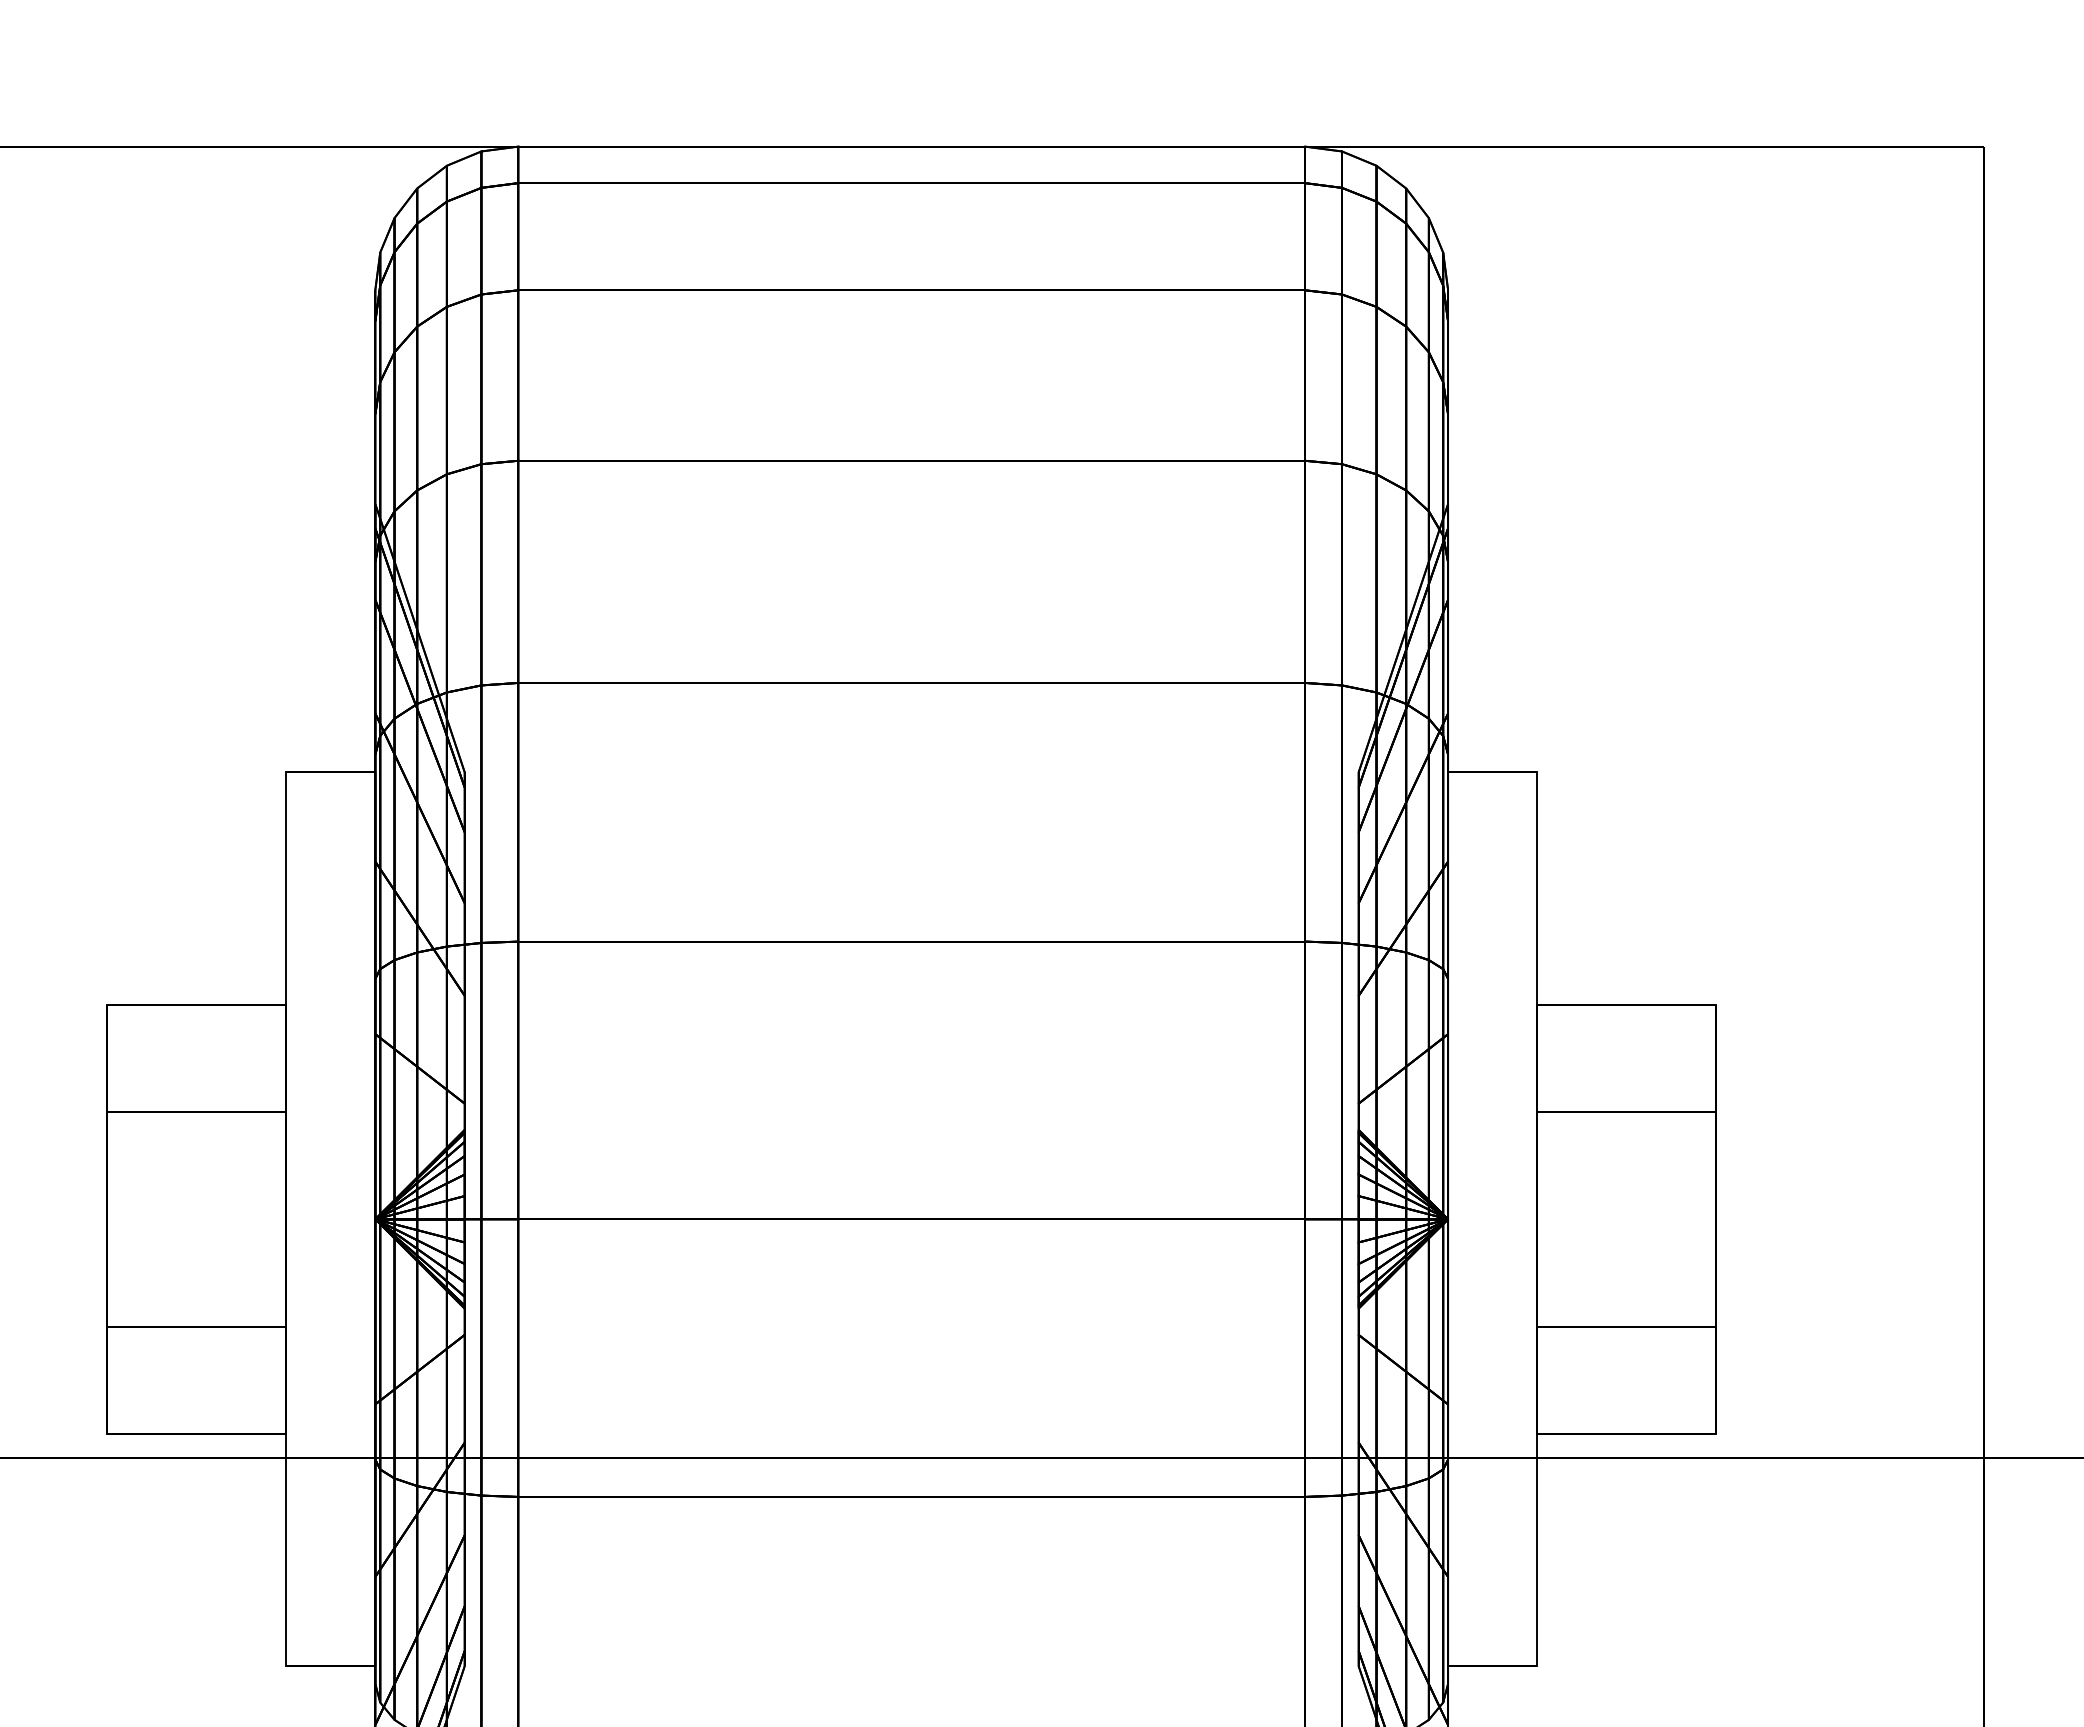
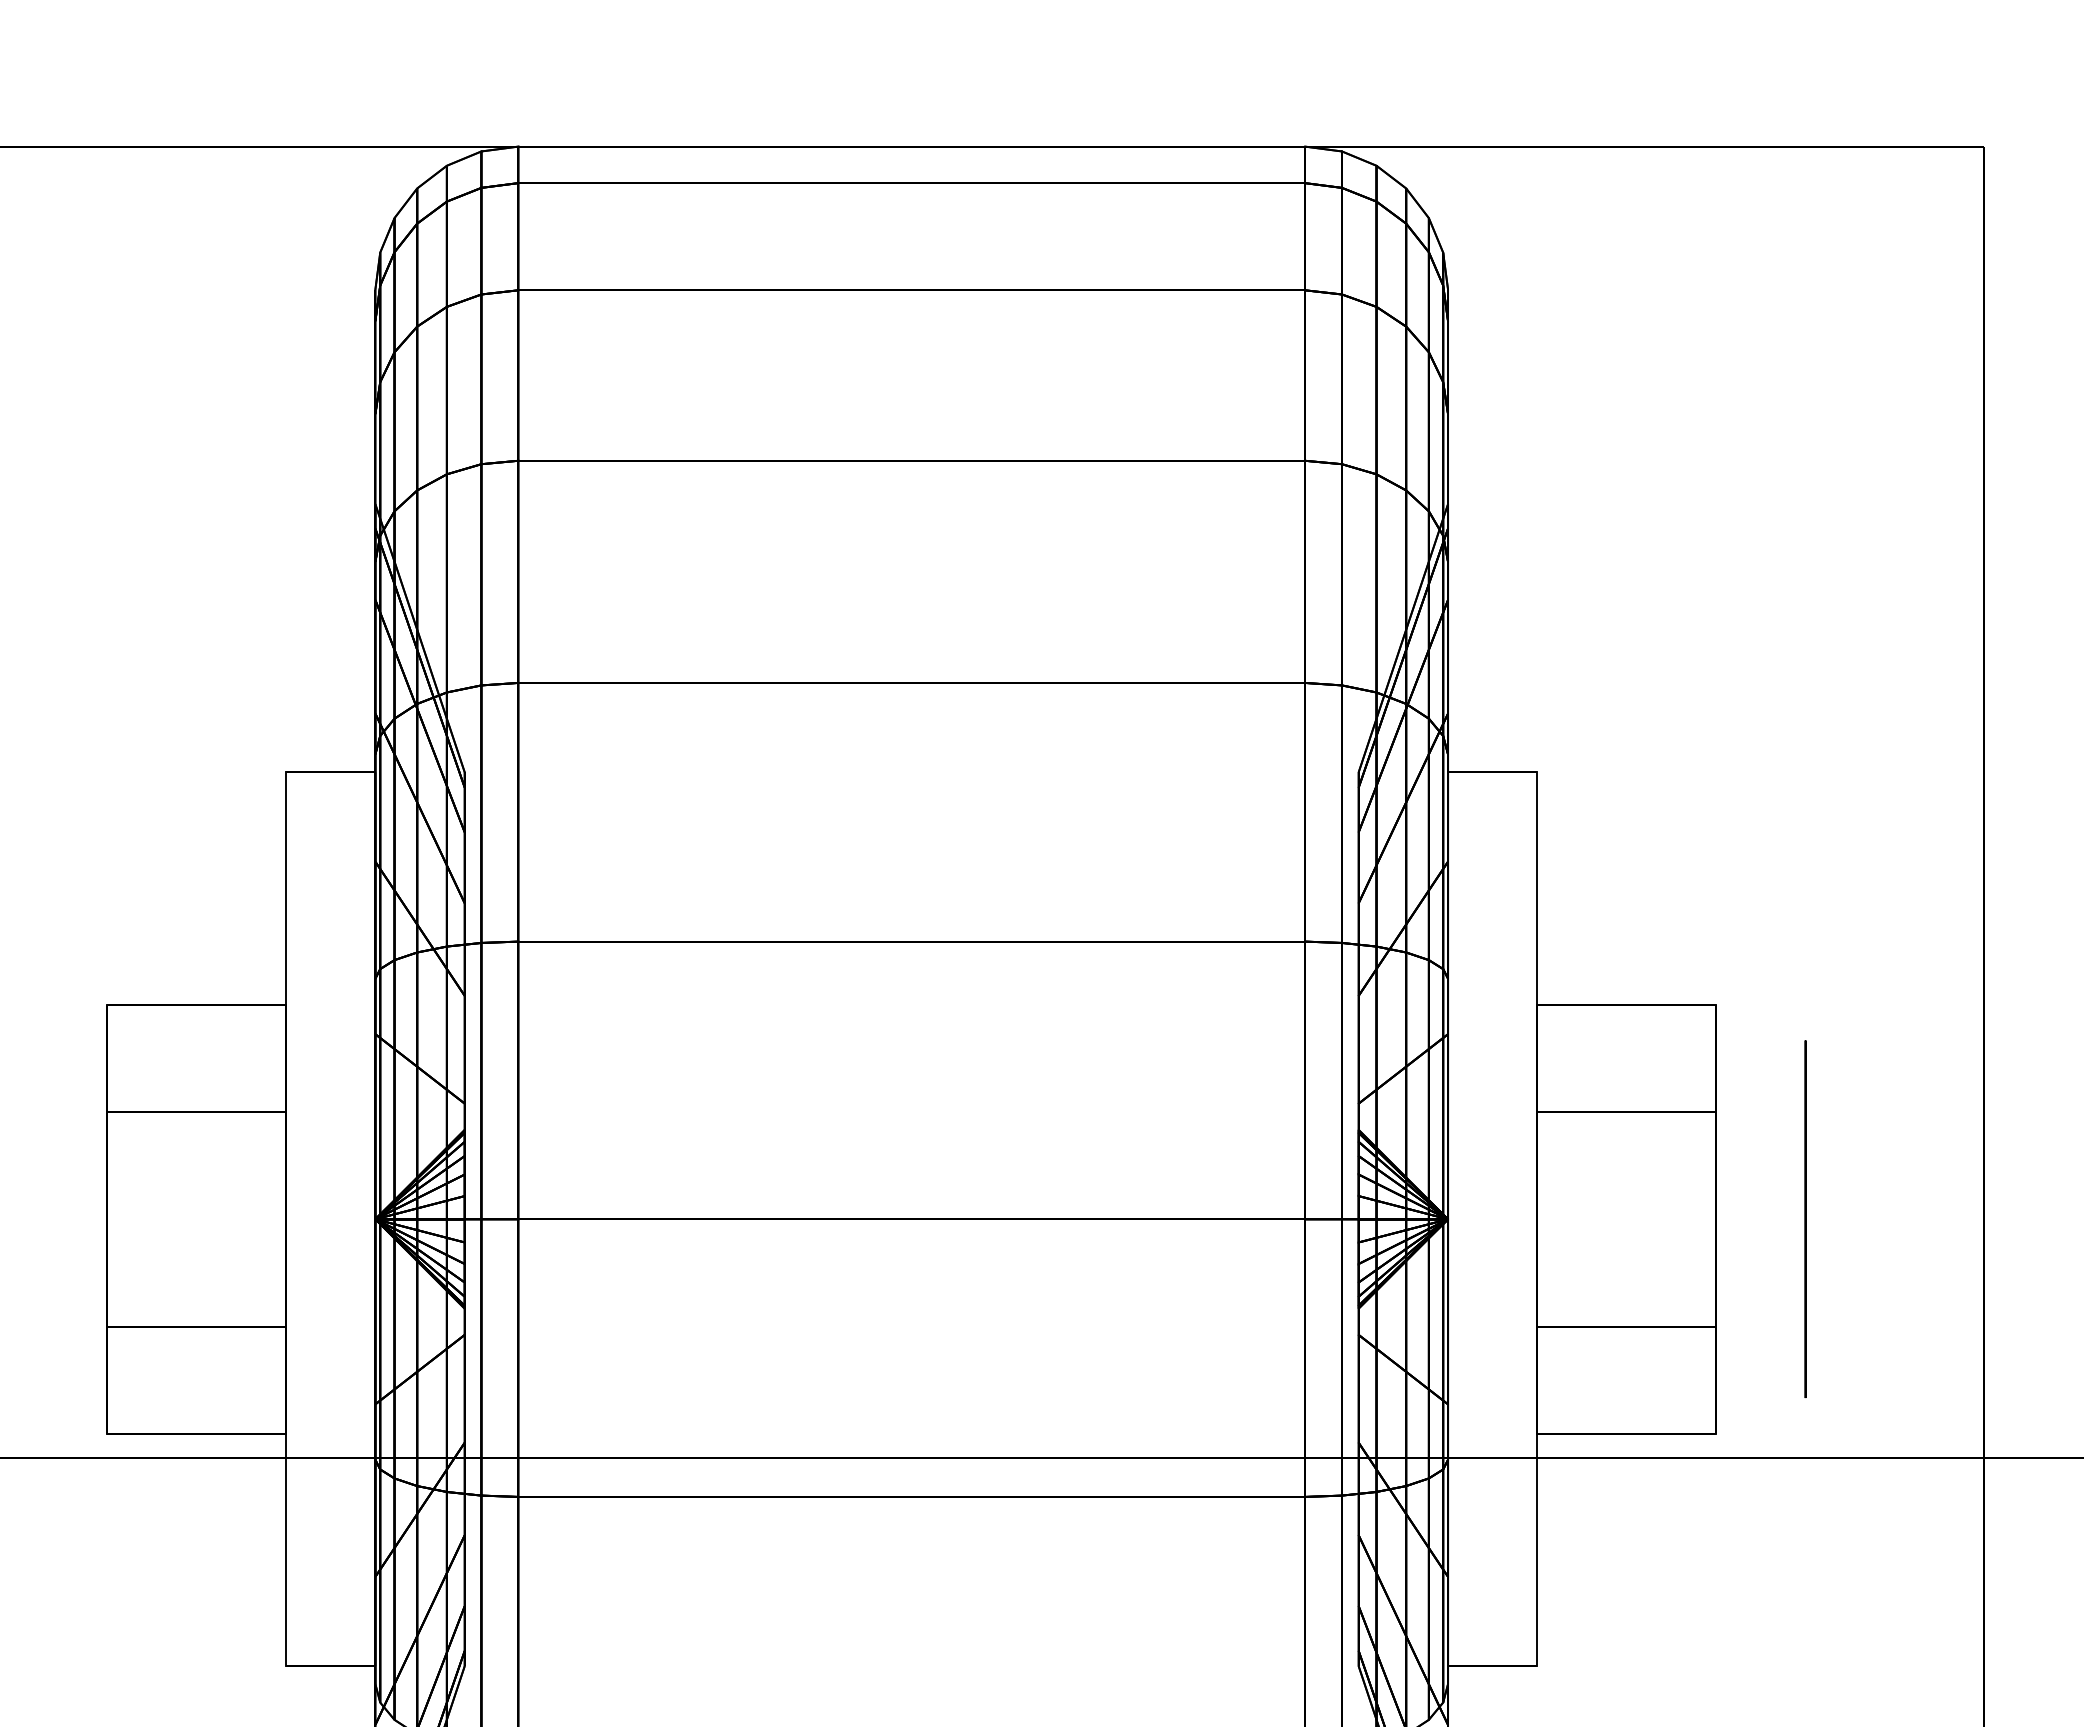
circle at (1805, 1218): none -> present
